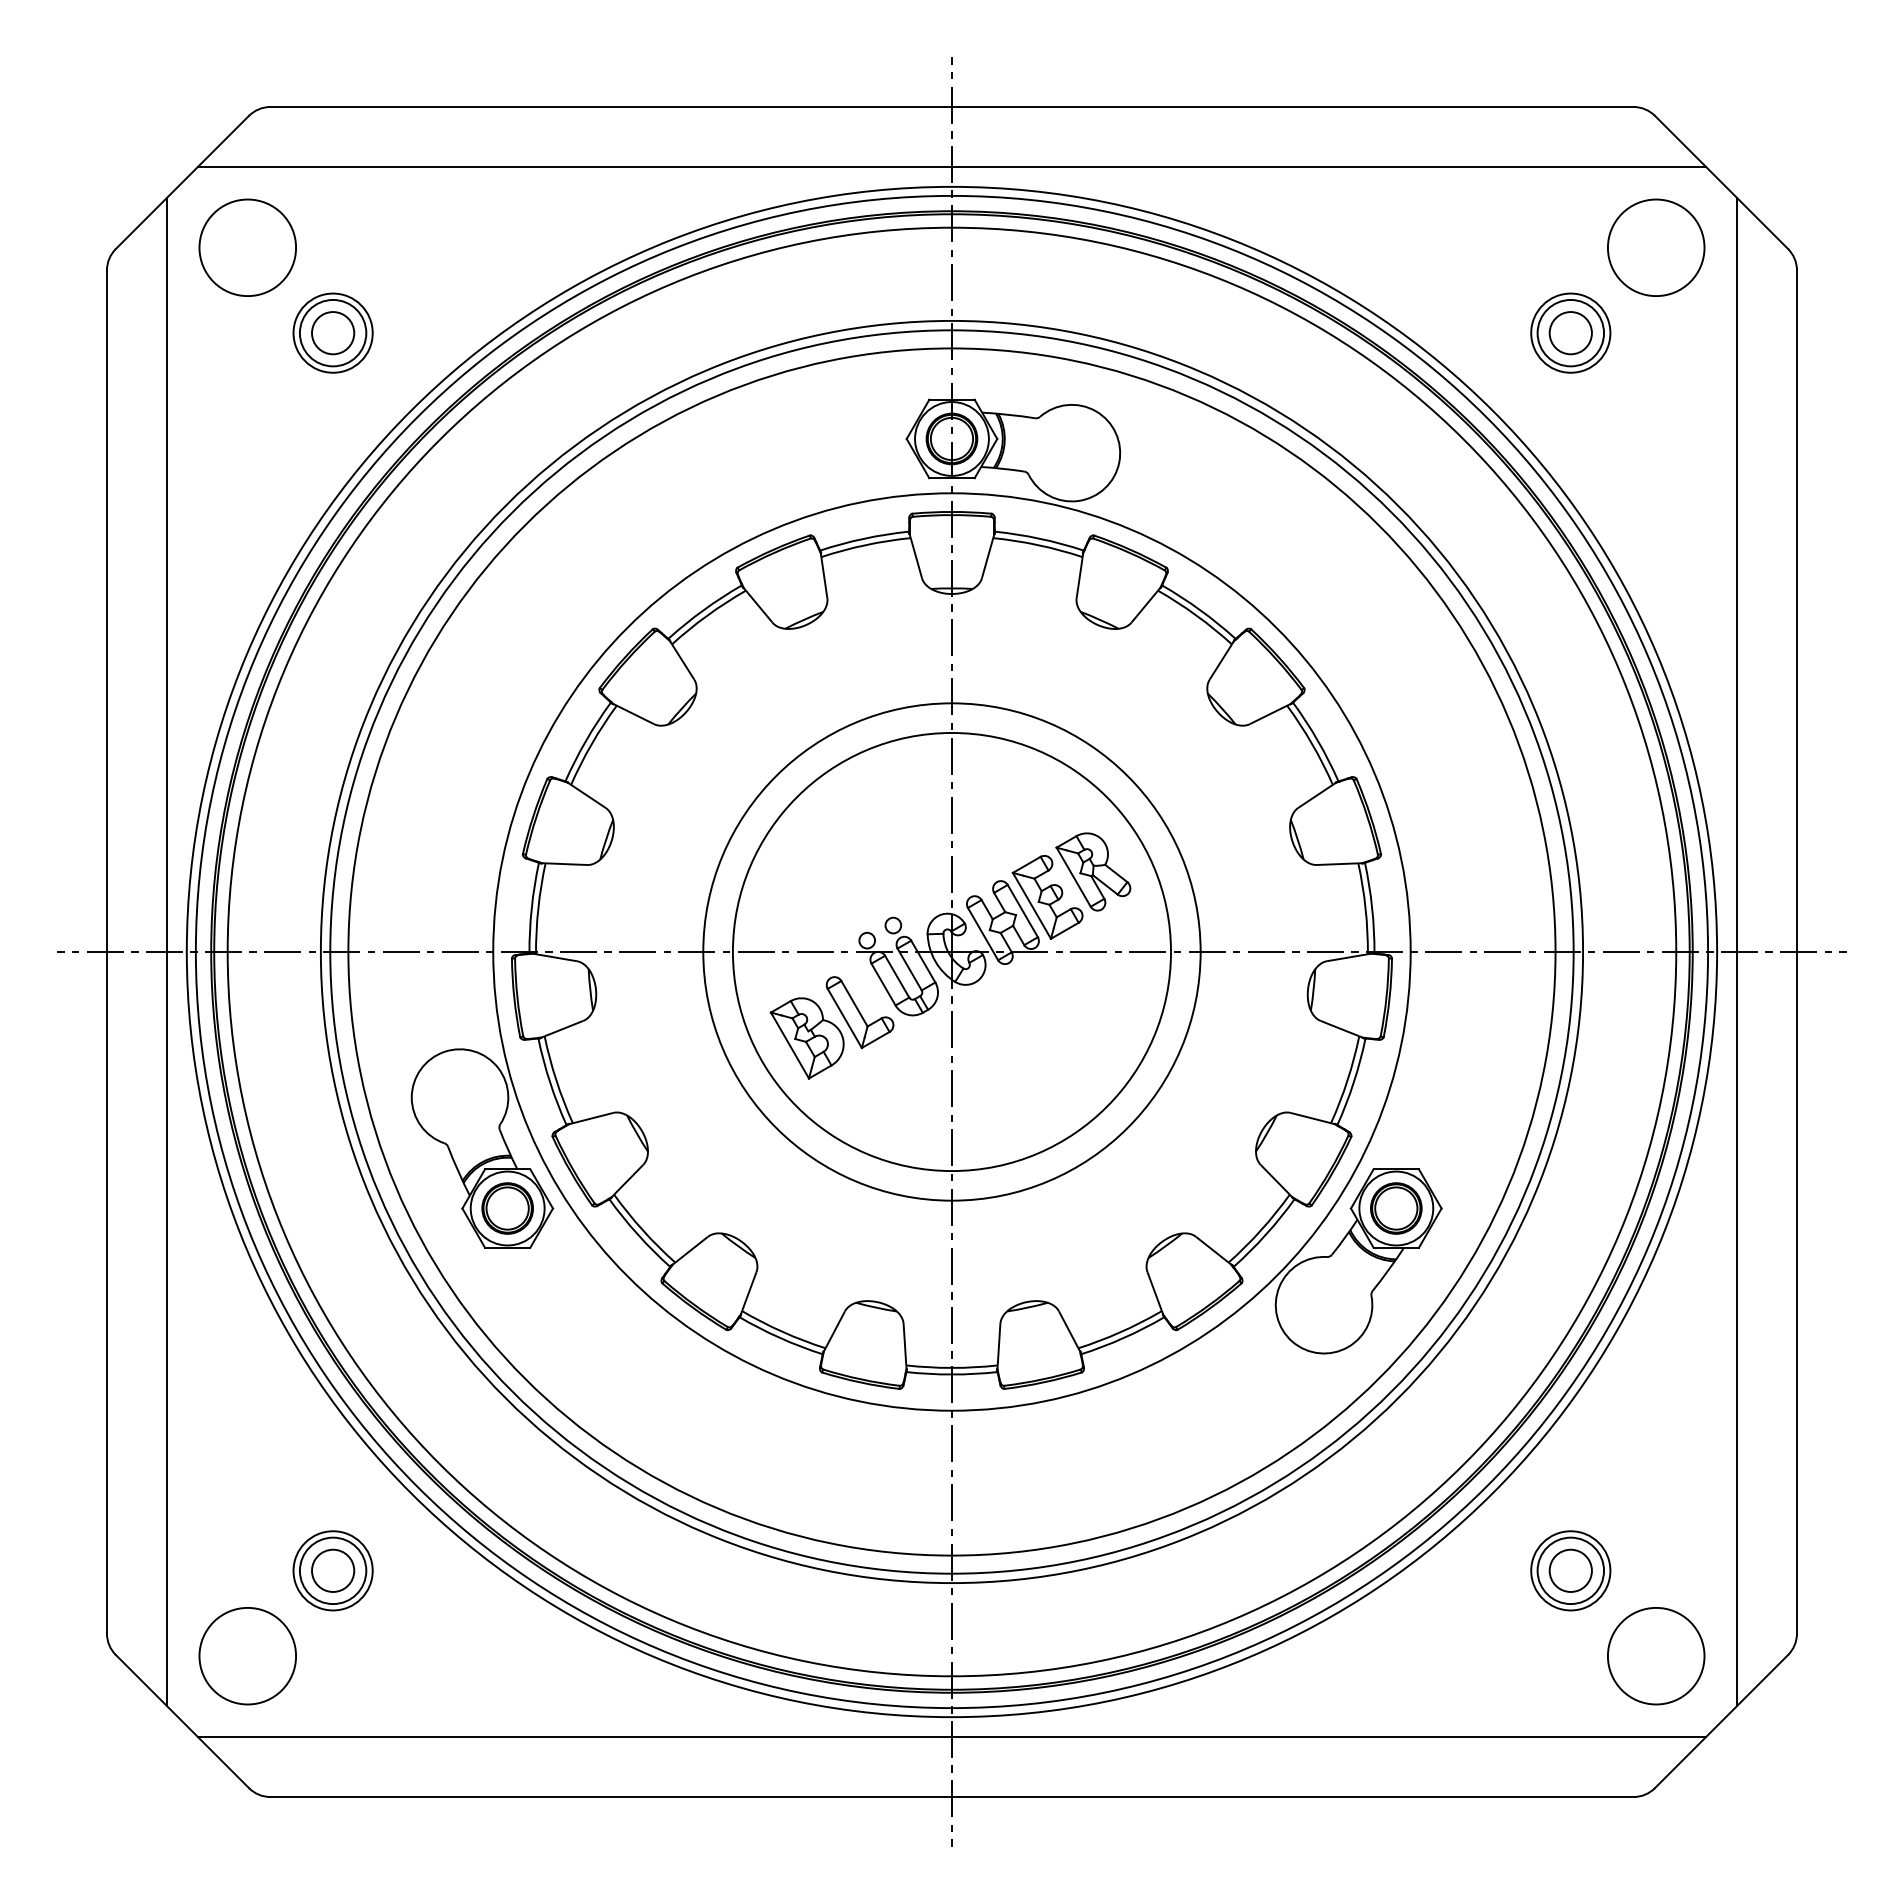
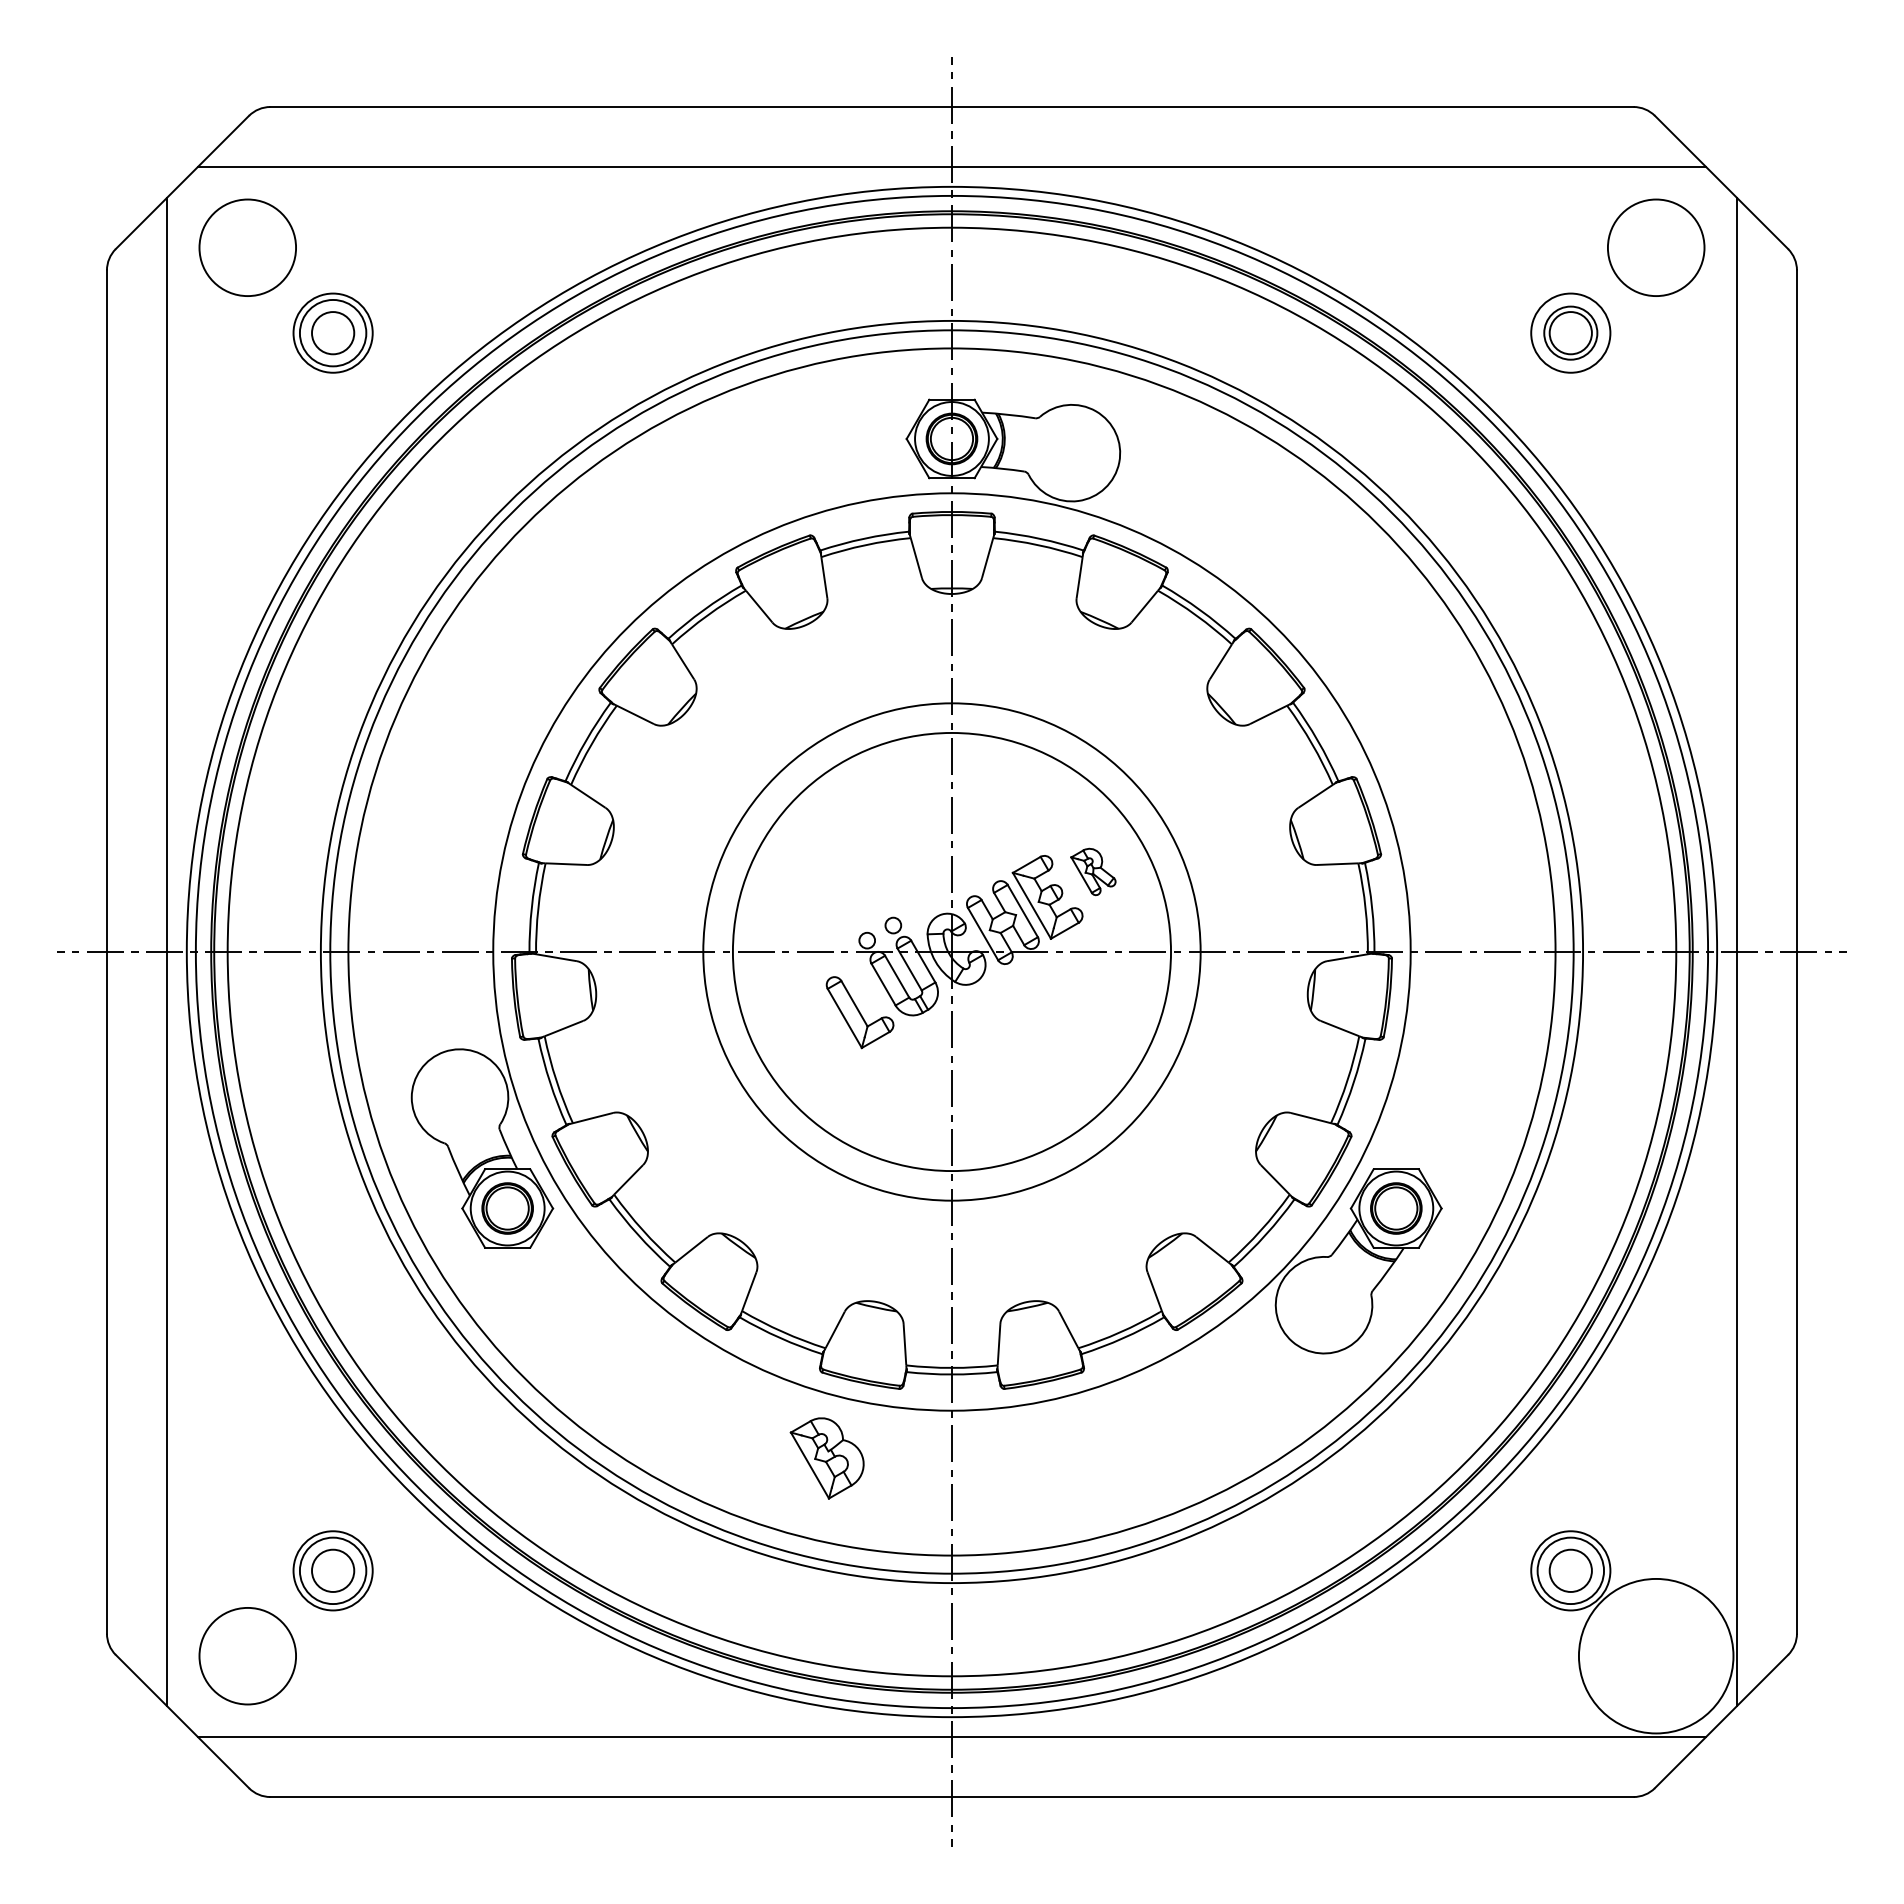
circle at (1570, 332) diameter: 66 px -> 53 px
part at (1093, 871) size: 77x80 px -> 47x50 px
part at (806, 1038) position: (806, 1038) -> (826, 1458)
circle at (1655, 1655) diameter: 97 px -> 155 px
